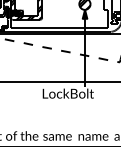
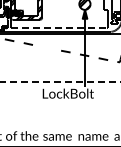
line at (59, 27): solid -> dashed
line at (46, 47): present -> none
line at (60, 81): solid -> dashed
